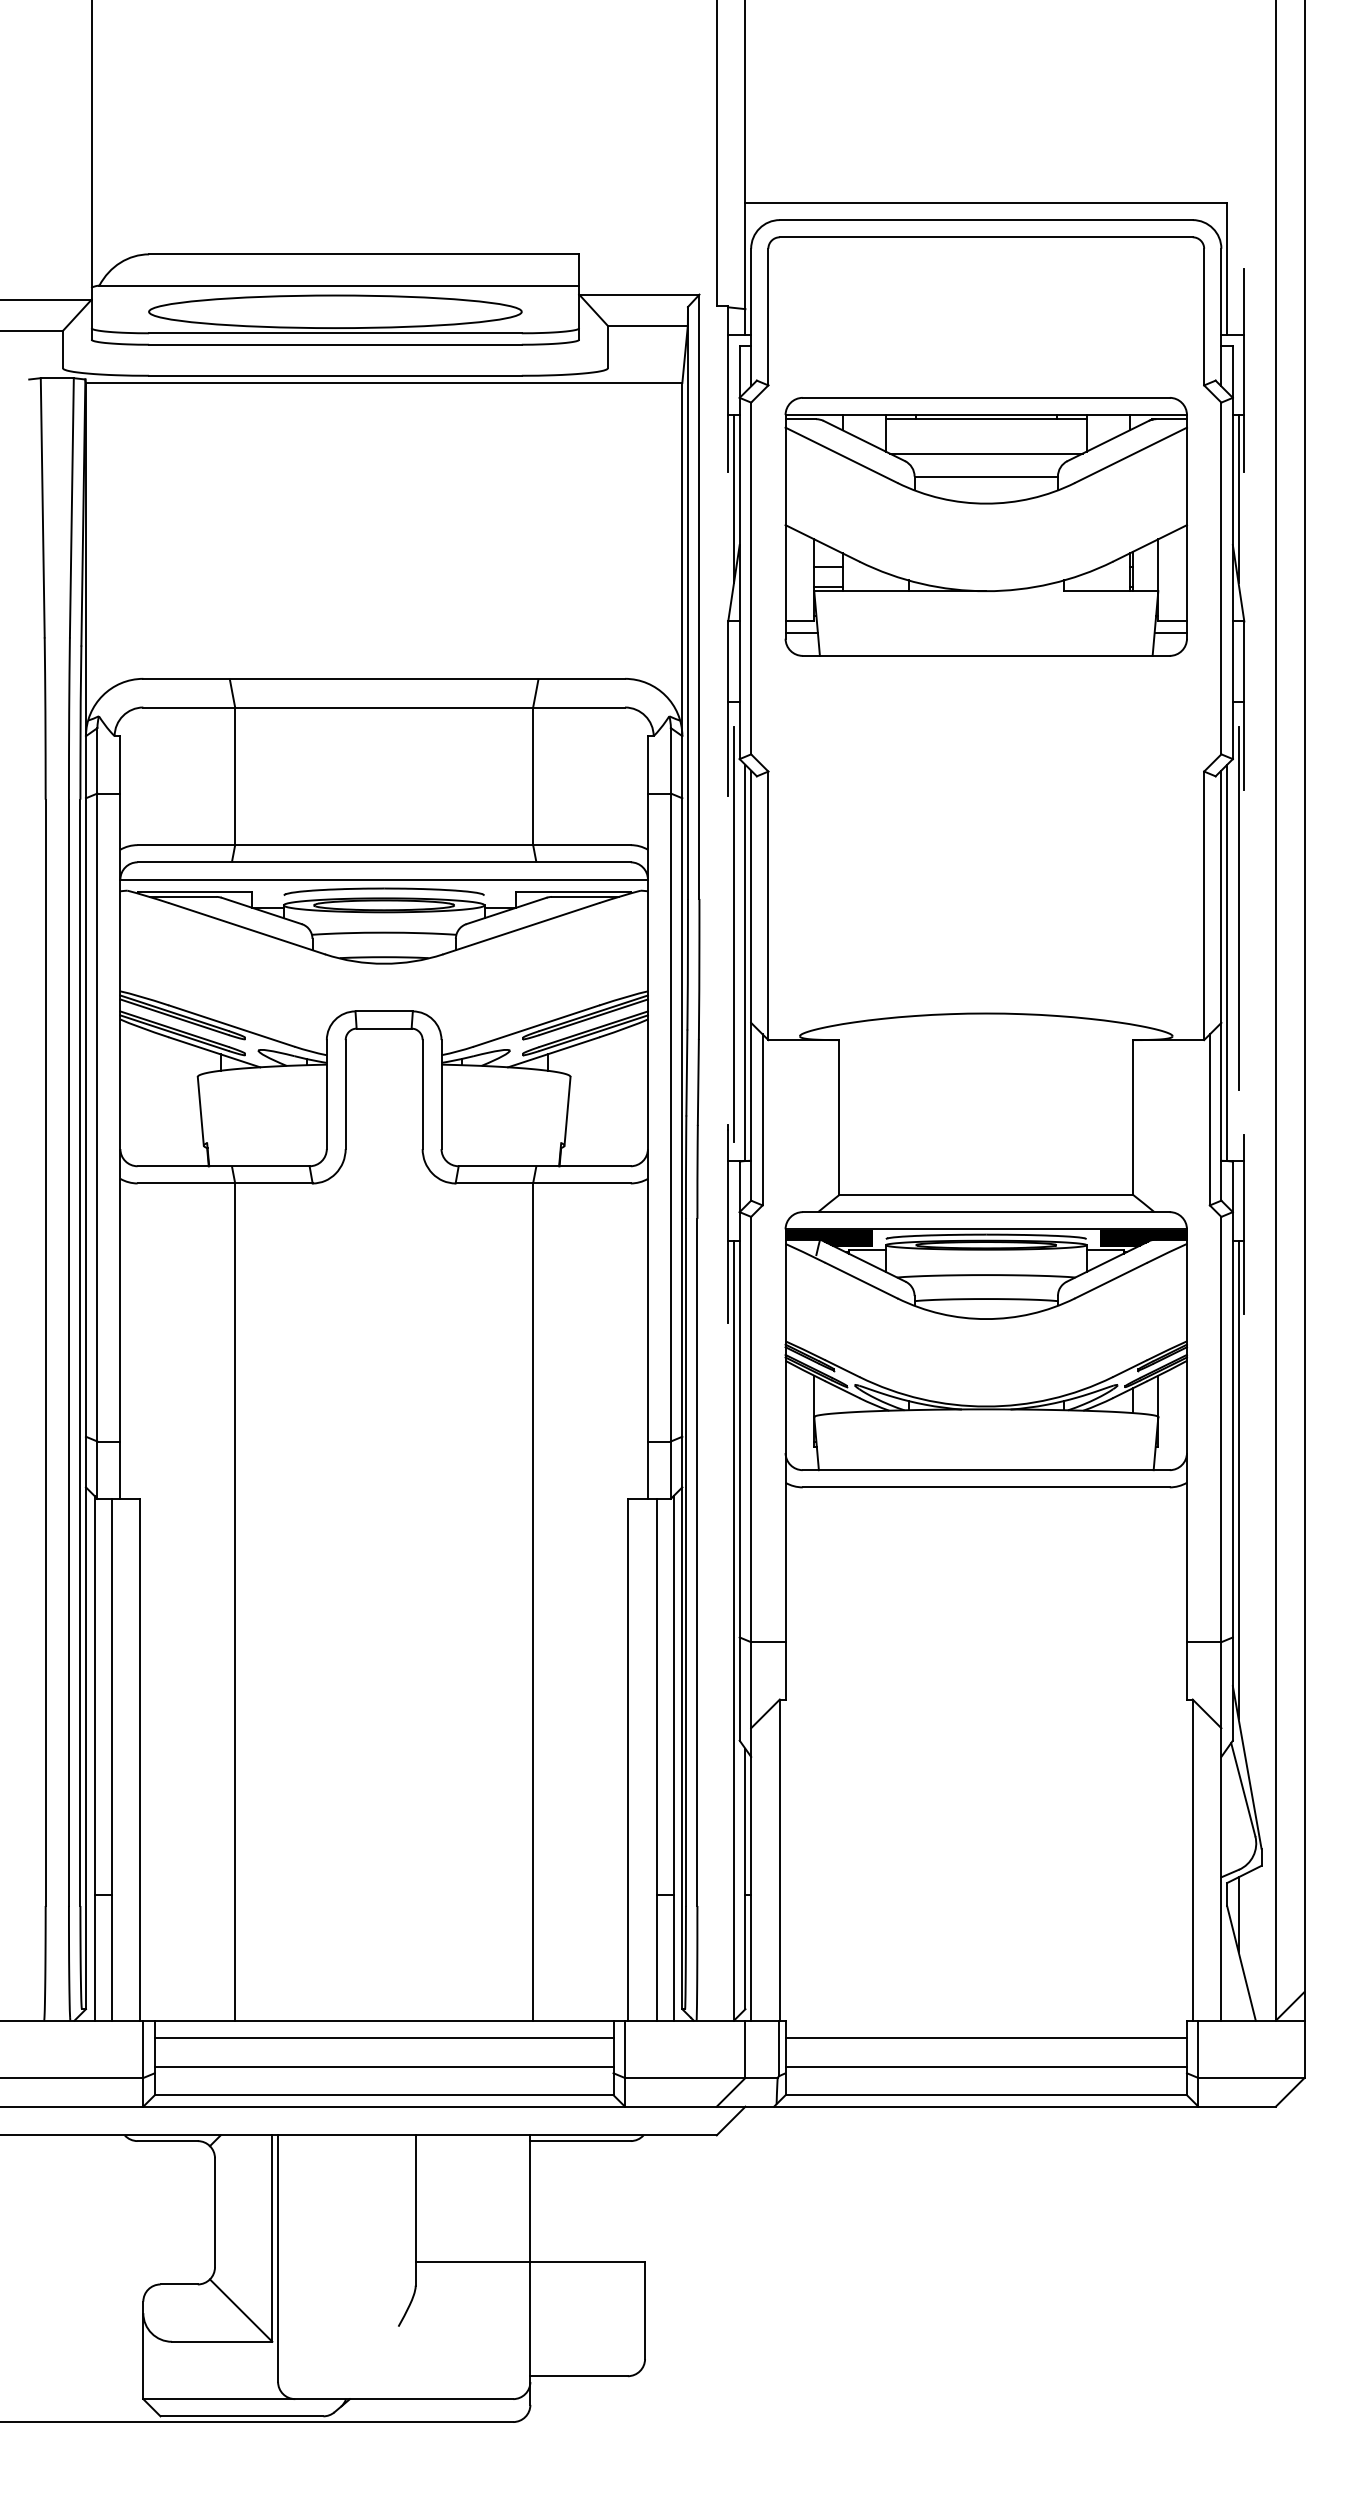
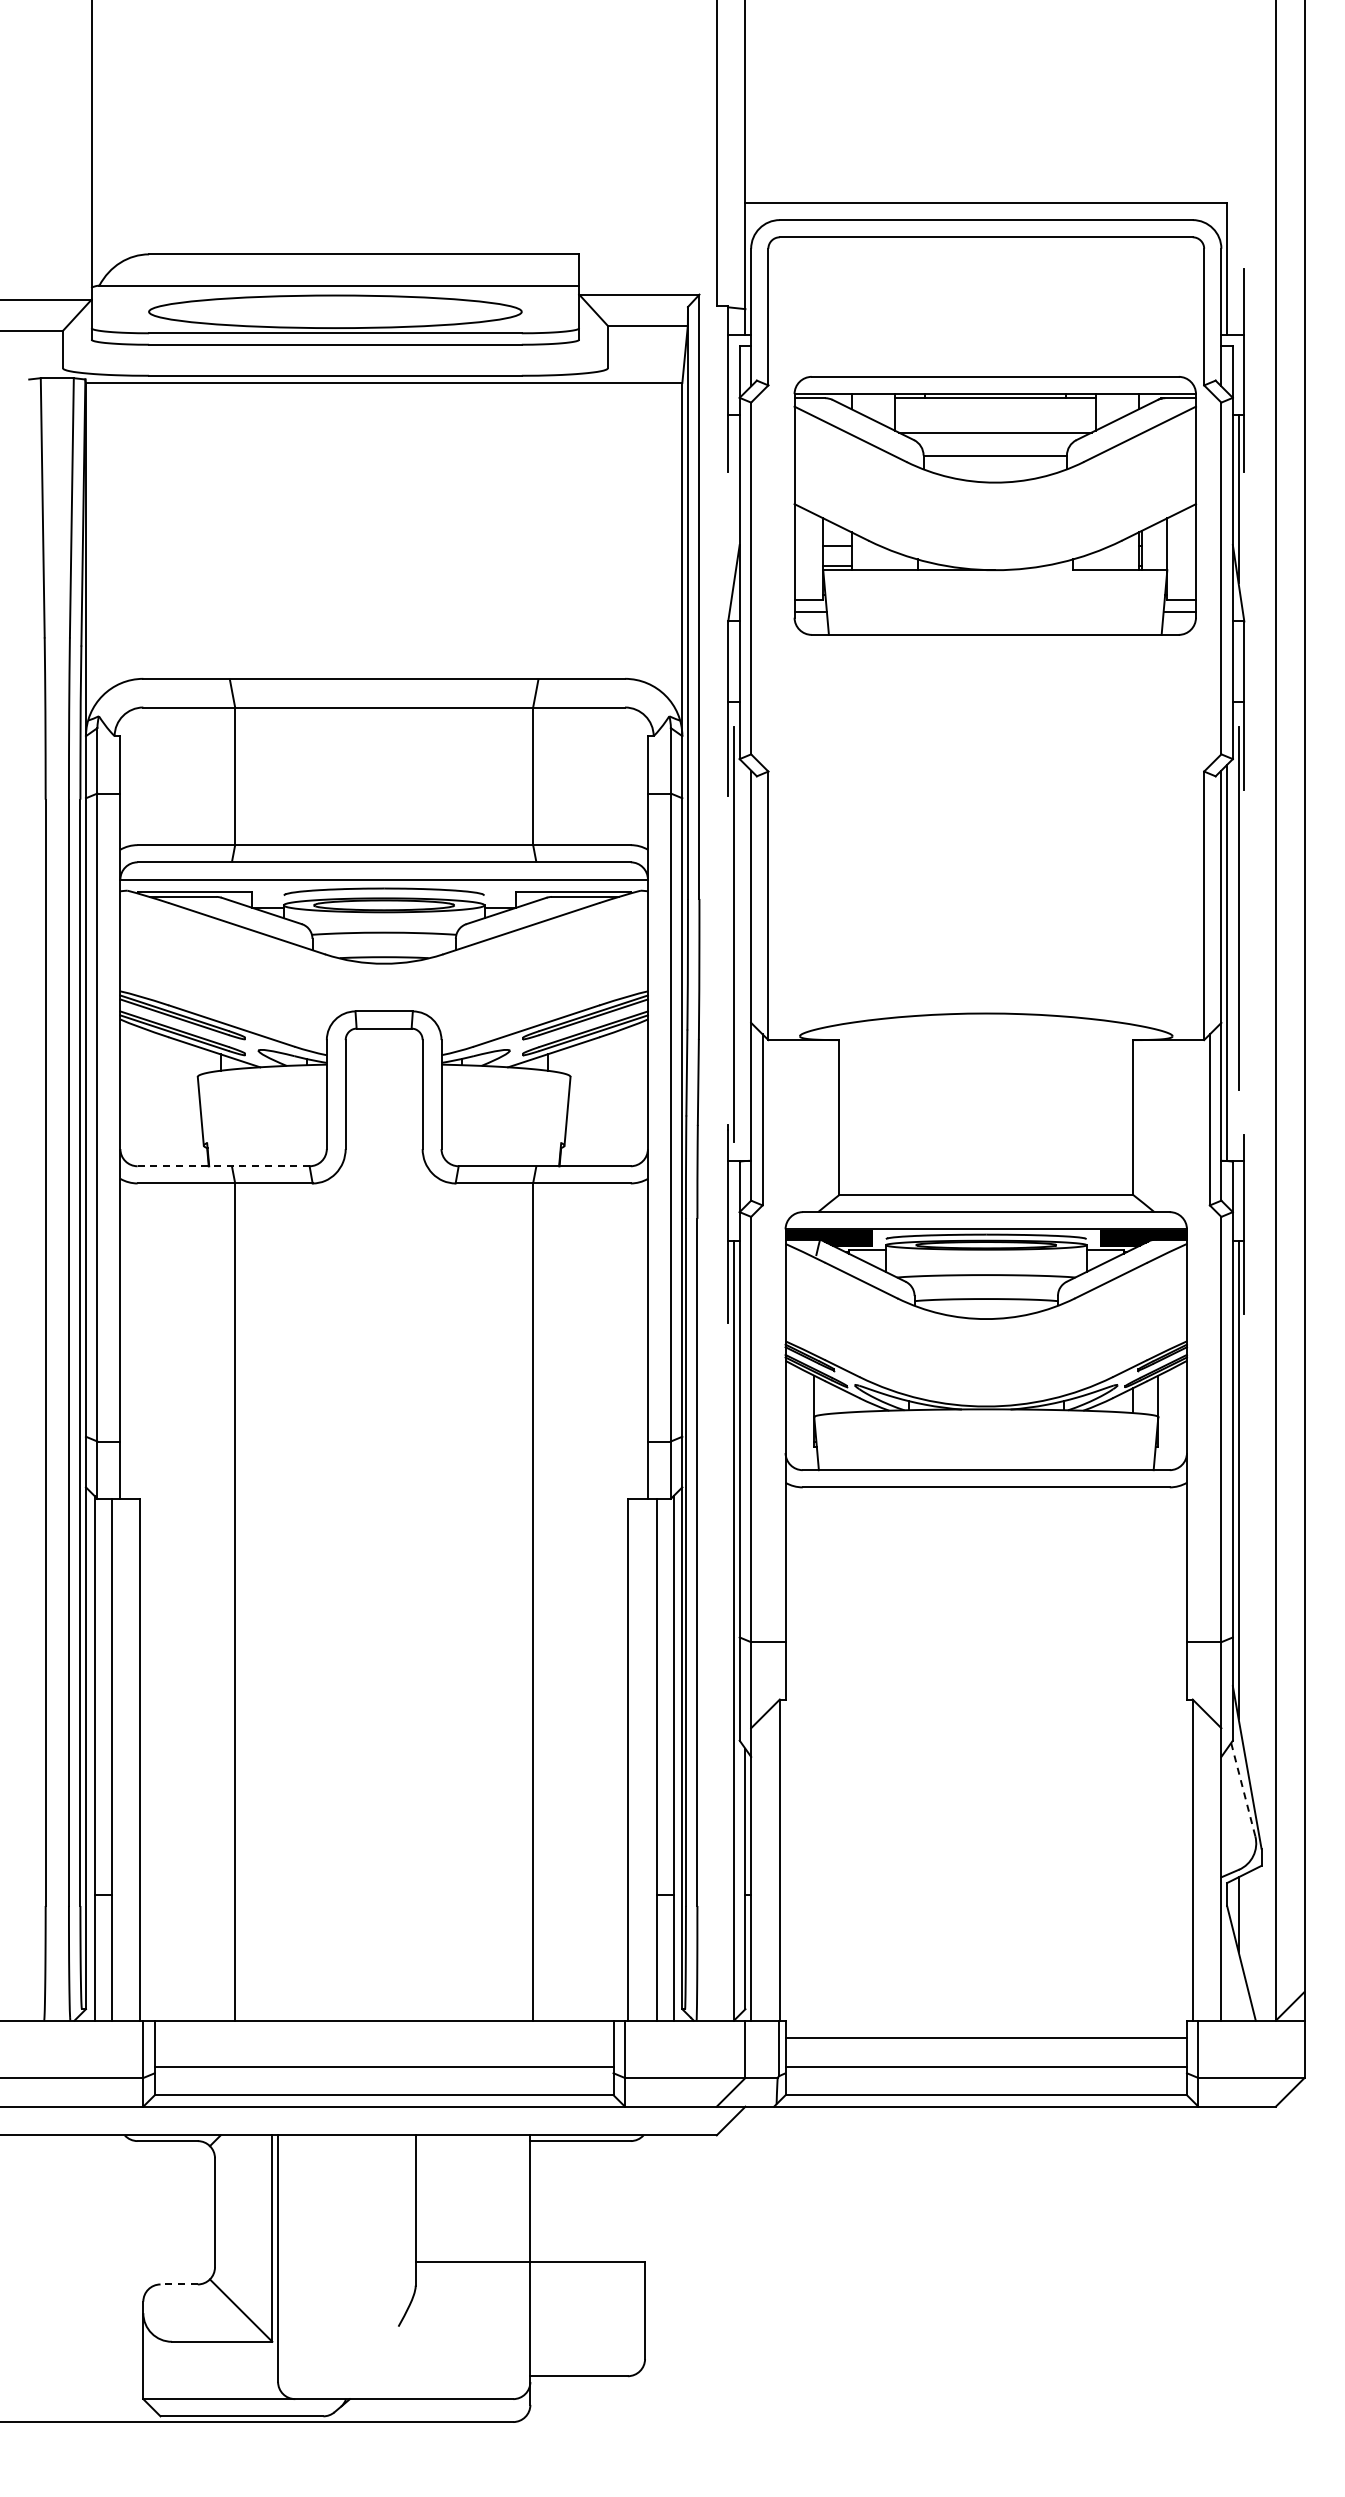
line at (733, 499): present -> none
part at (985, 526) position: (985, 526) -> (994, 505)
line at (745, 962): present -> none
line at (224, 1166): solid -> dashed
line at (1243, 1789): solid -> dashed
line at (383, 2037): present -> none
line at (179, 2284): solid -> dashed
